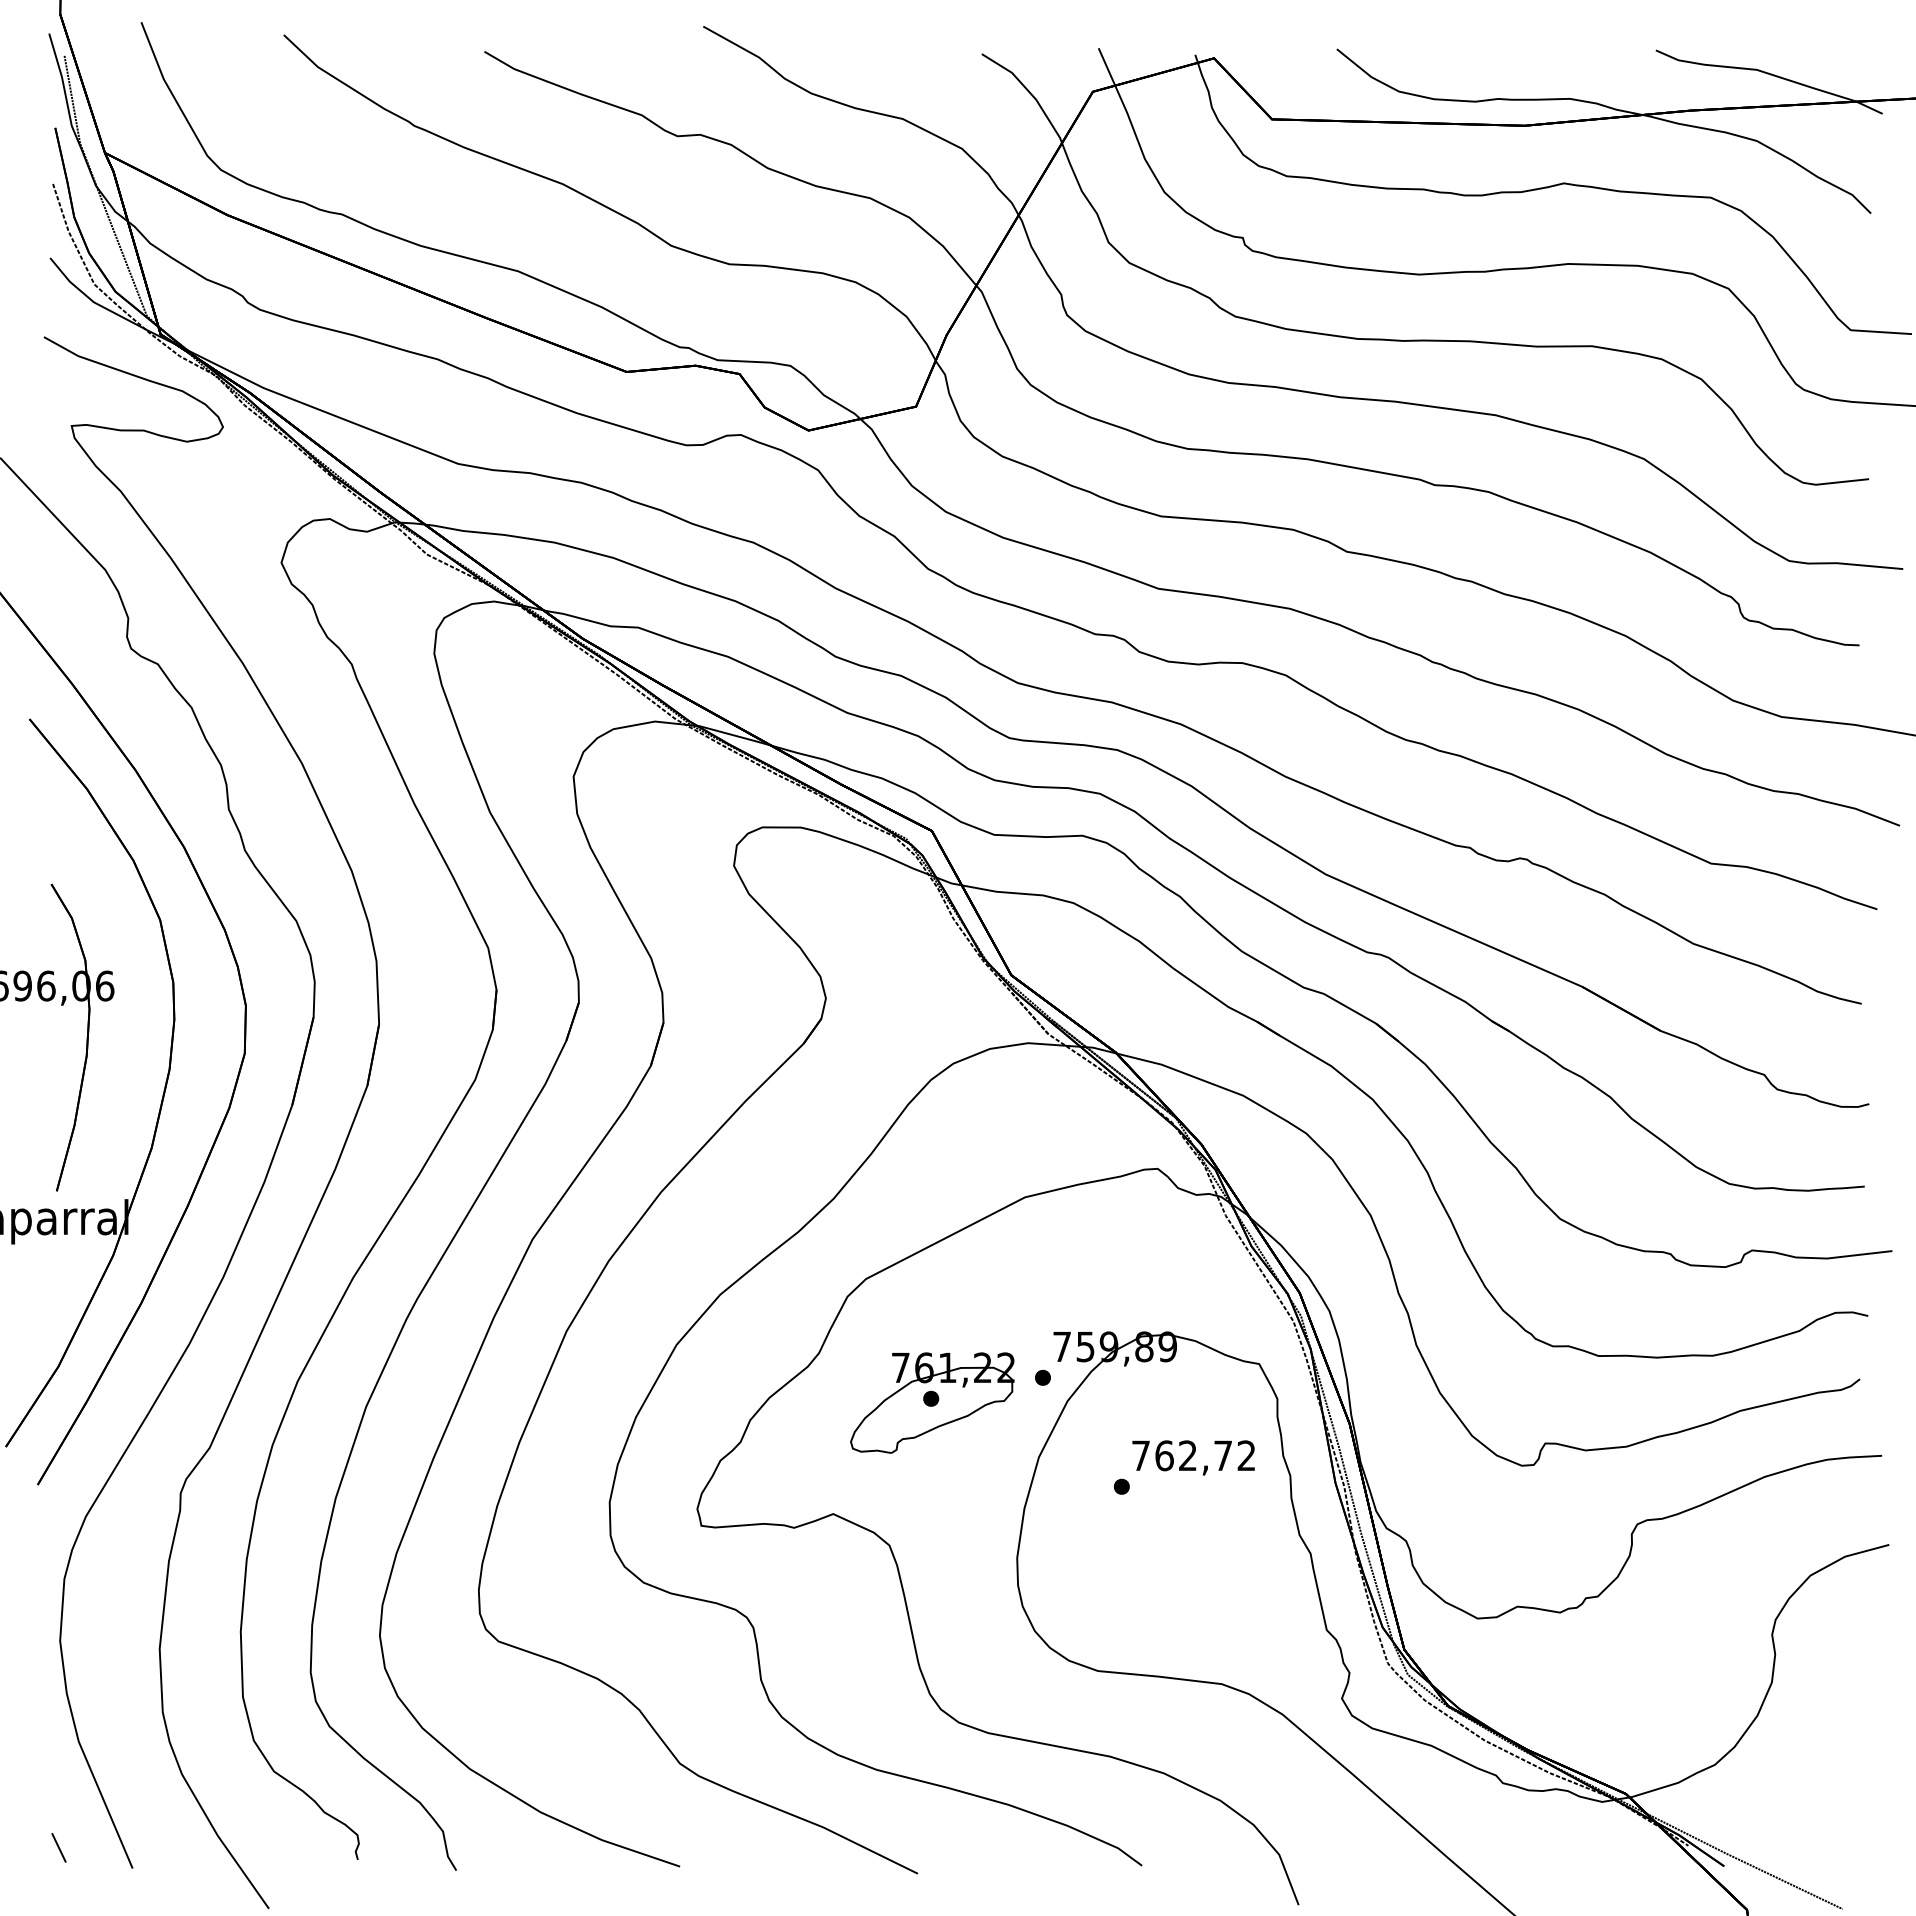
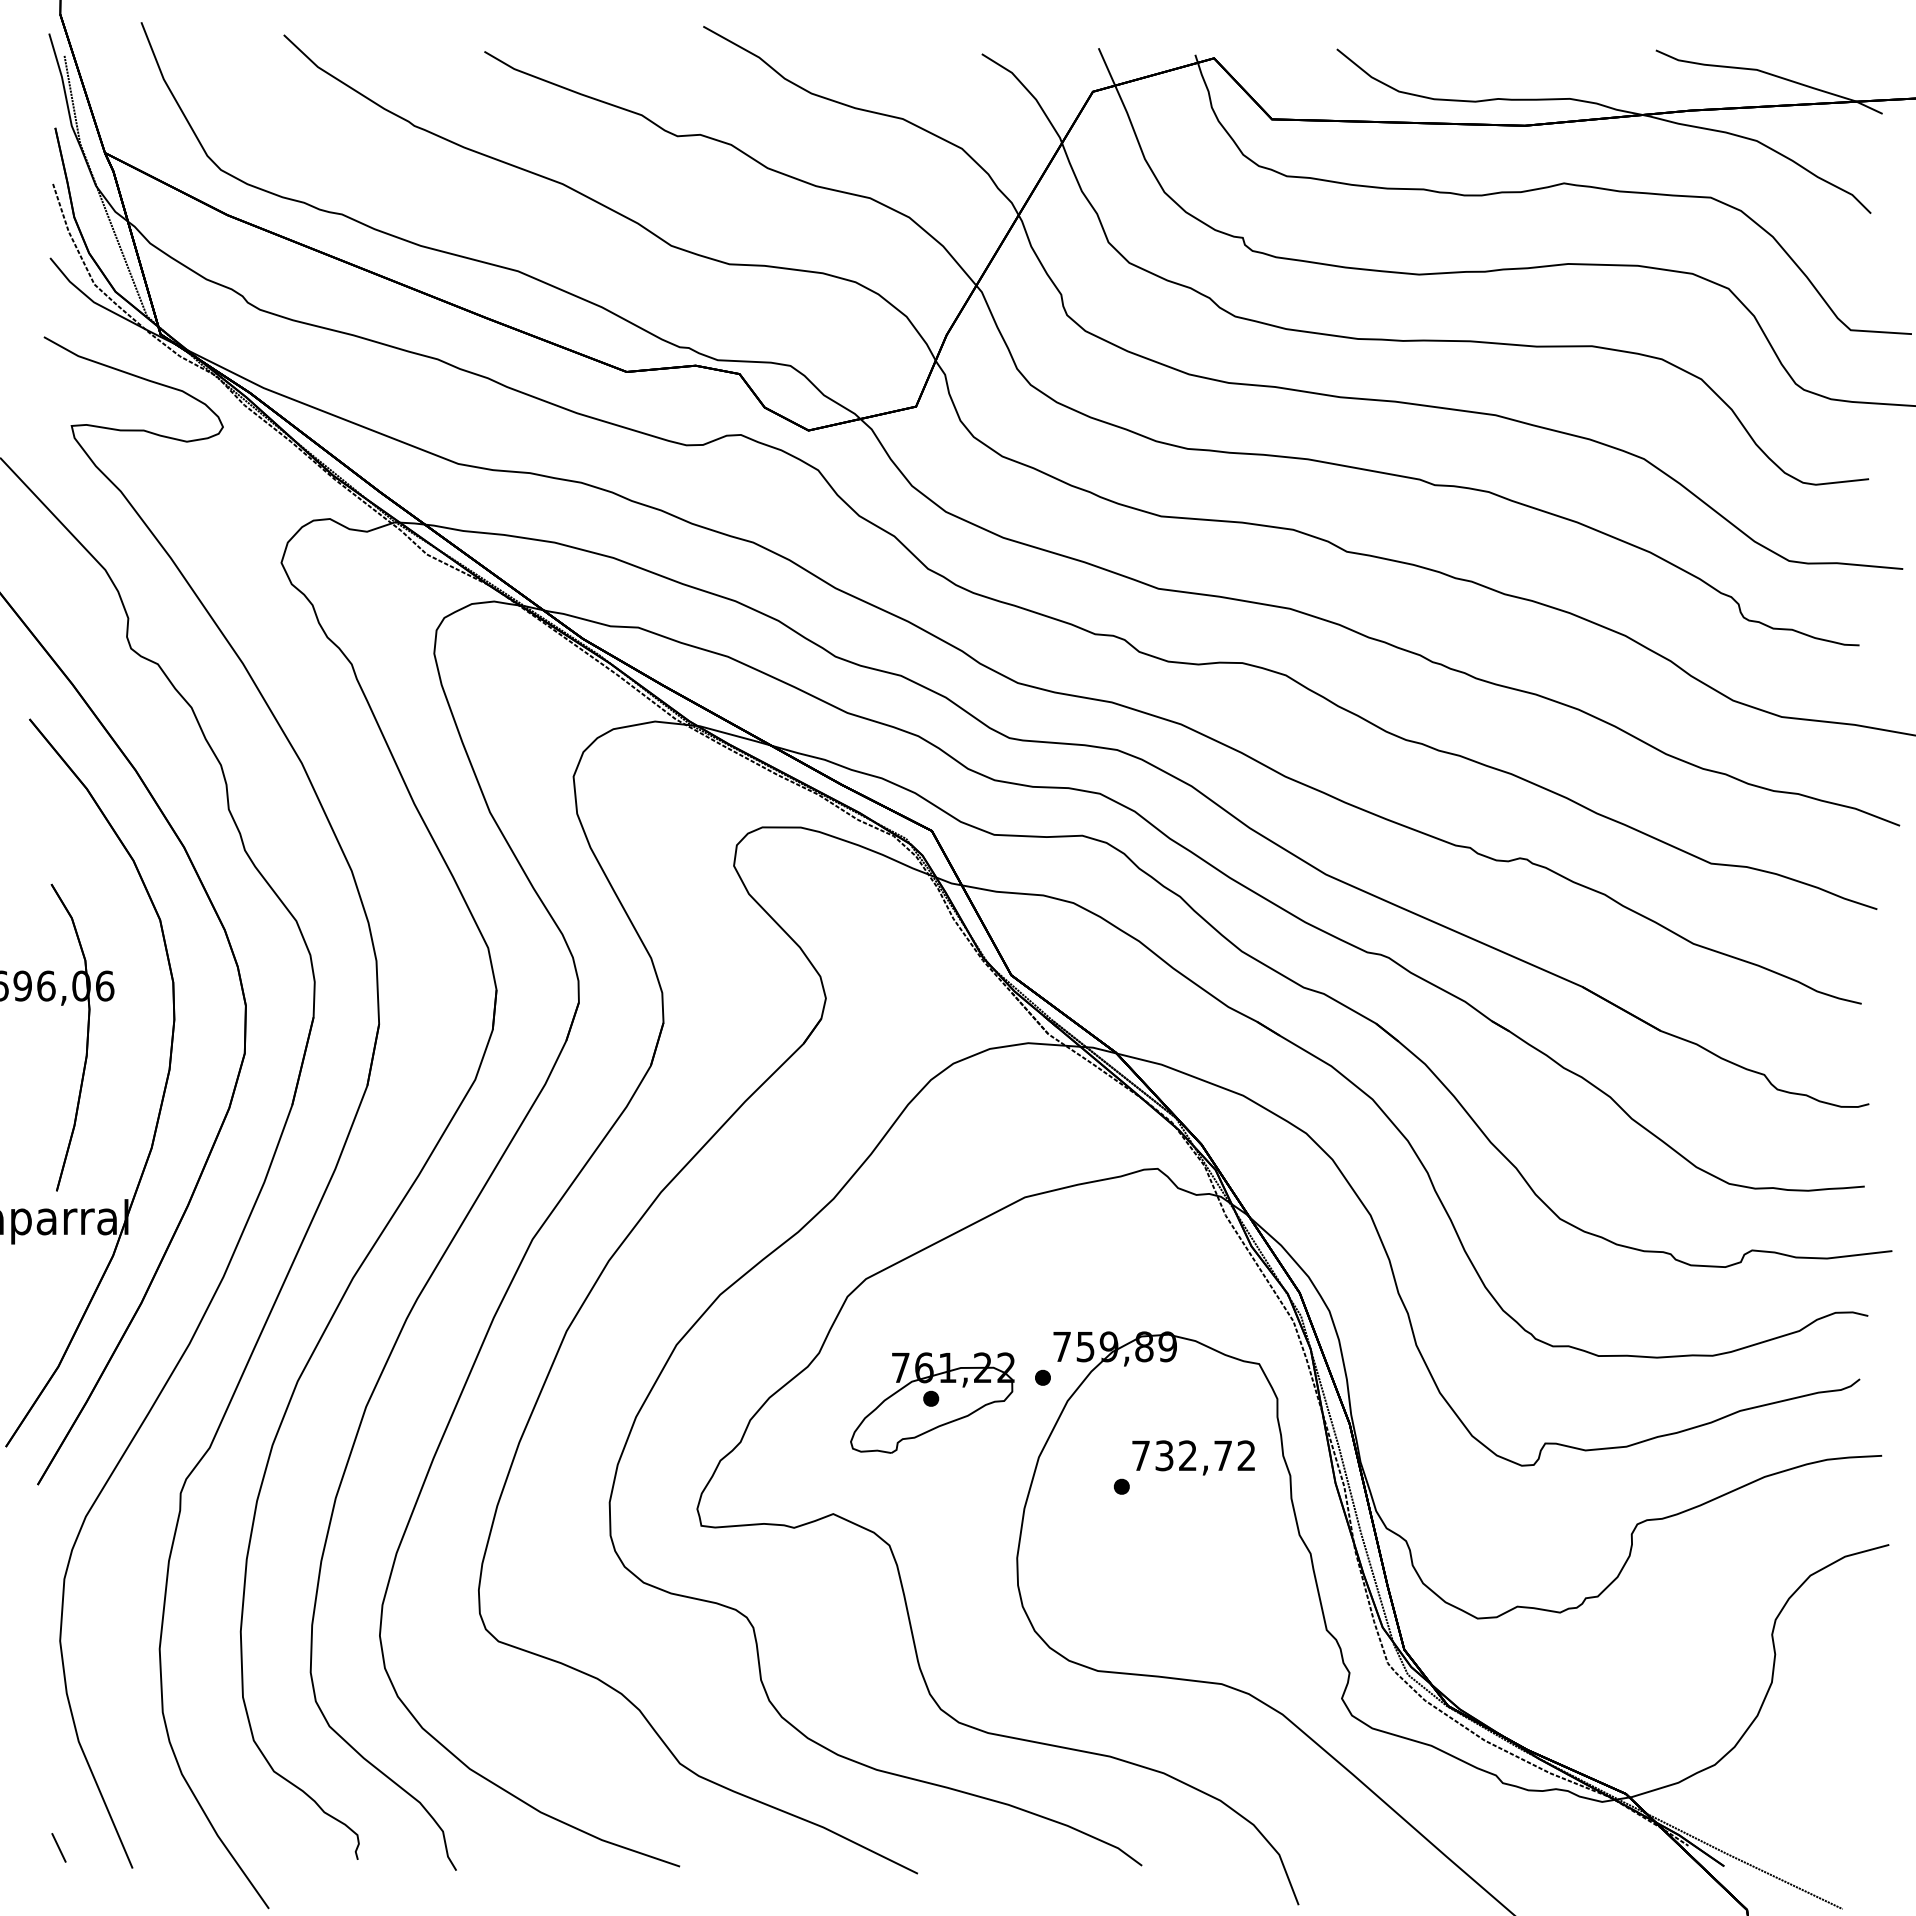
text at (1164, 1455): 762,72 -> 732,72
